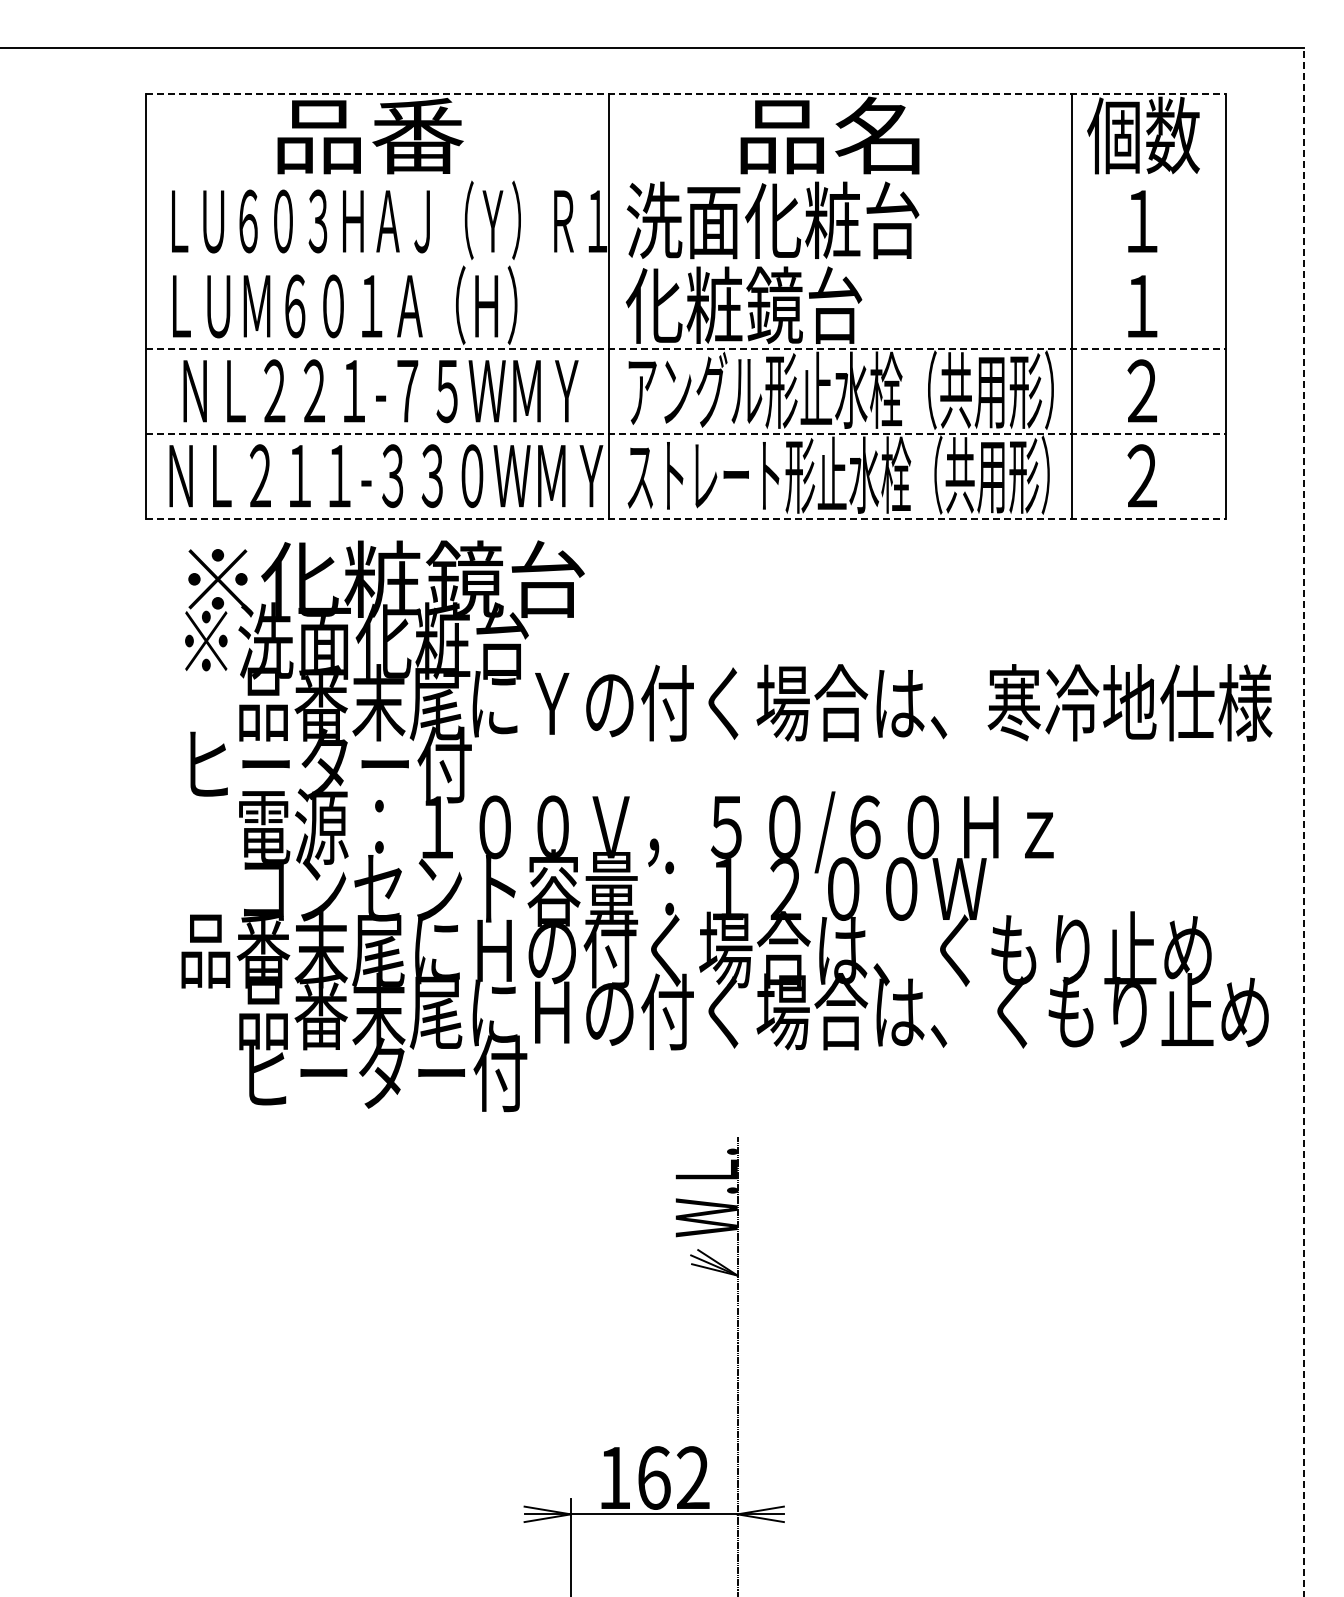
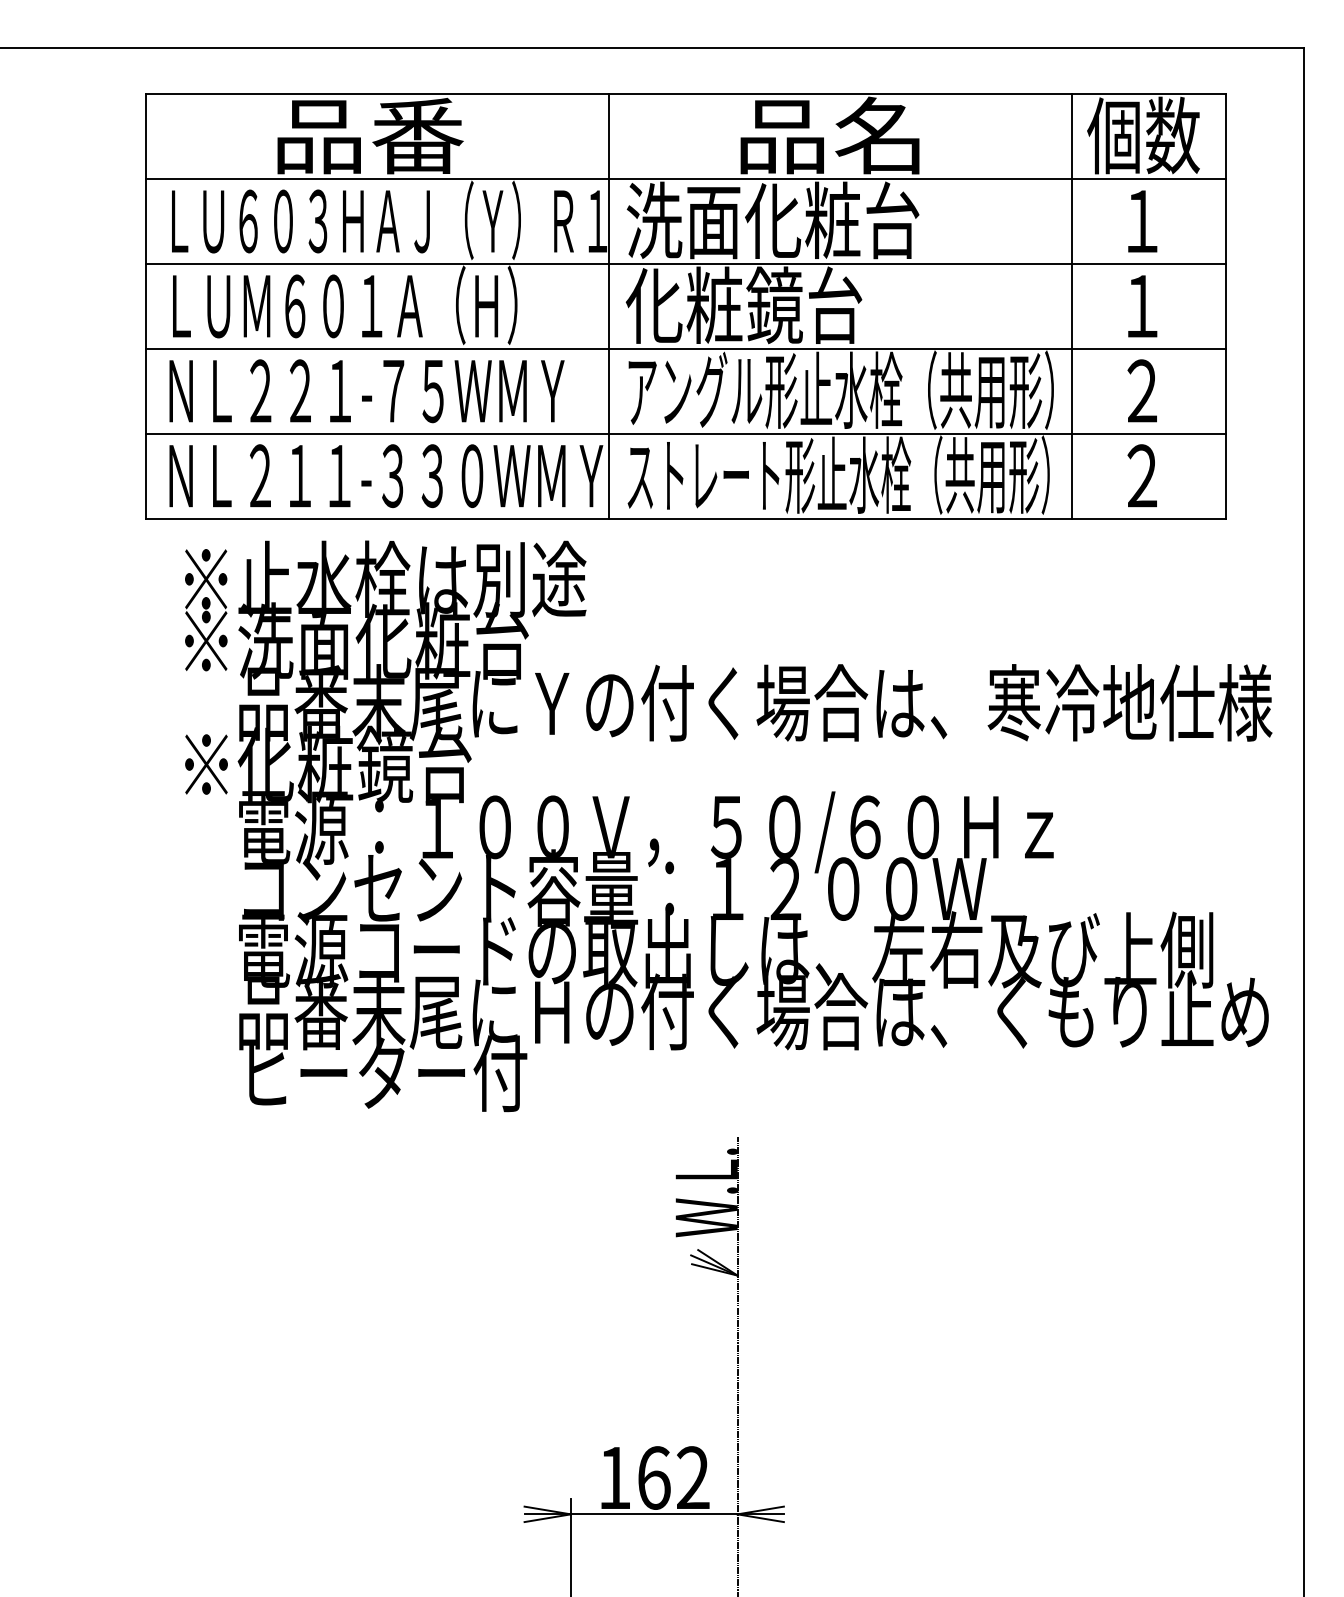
line at (686, 94): dashed -> solid
line at (685, 179): none -> present
line at (685, 264): none -> present
line at (686, 348): dashed -> solid
text at (380, 391) position: (380, 391) -> (366, 391)
line at (686, 433): dashed -> solid
line at (686, 518): dashed -> solid
text at (385, 579): ※化粧鏡台 -> ※止水栓は別途
text at (328, 764): ヒーター付 -> ※化粧鏡台
line at (1303, 821): dashed -> solid
text at (697, 949): 品番末尾にＨの付く場合は、くもり止め -> 電源コードの取出しは、左右及び上側
